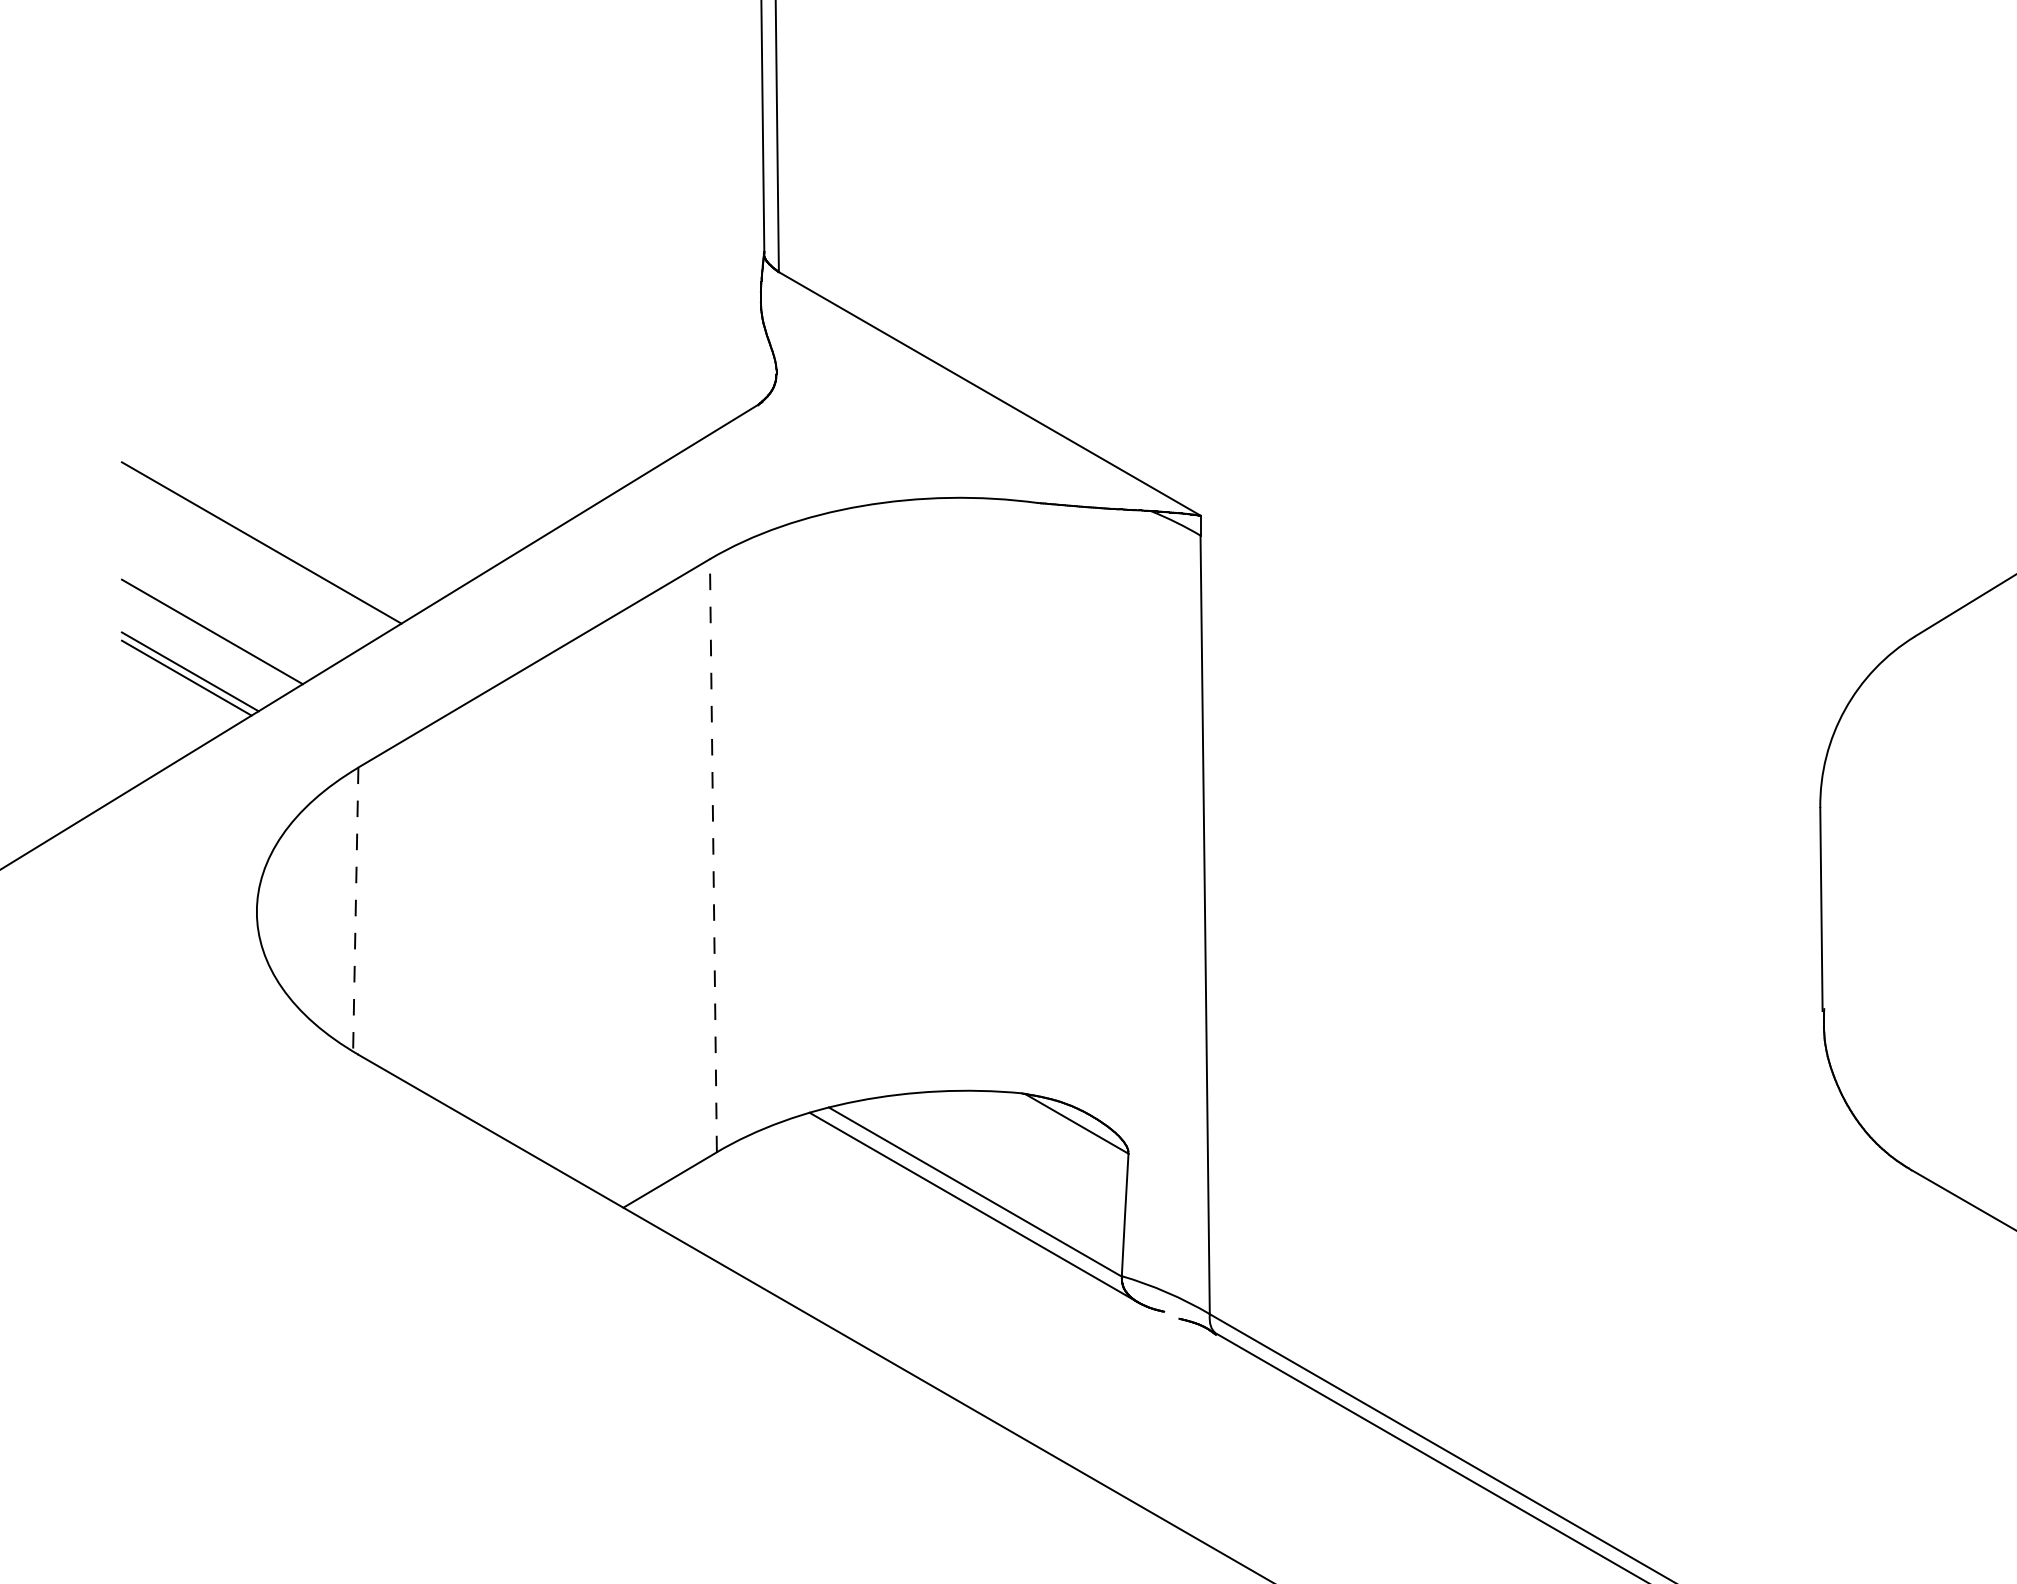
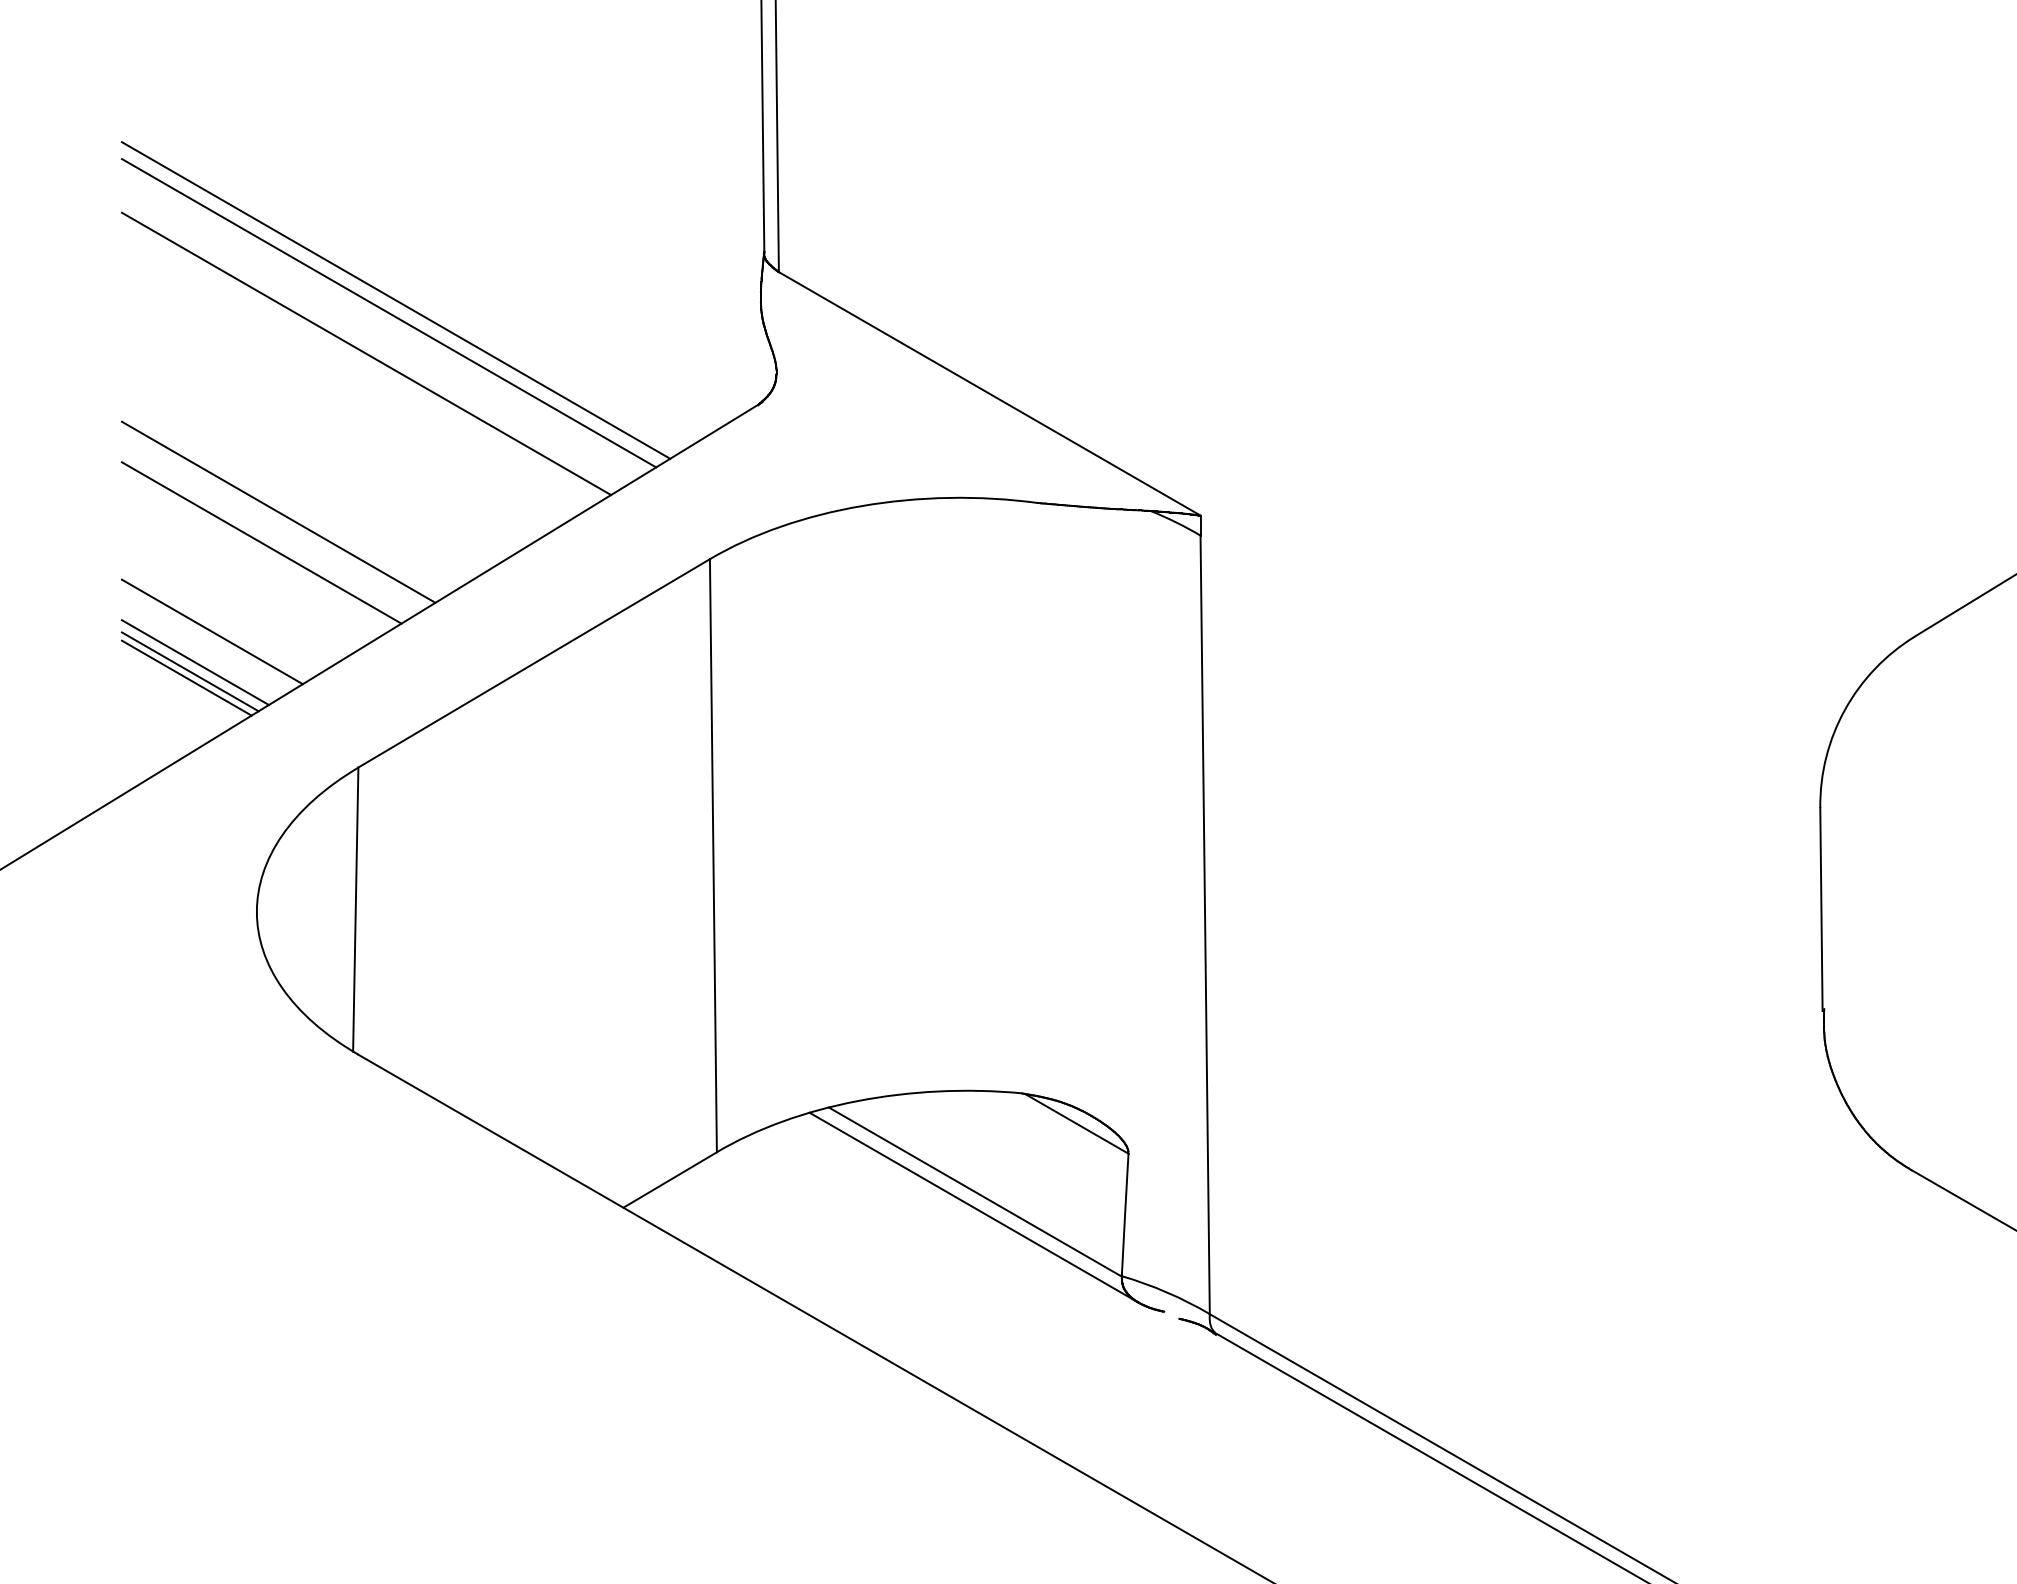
line at (395, 300): none -> present
line at (388, 313): none -> present
line at (366, 353): none -> present
line at (278, 511): none -> present
line at (194, 662): none -> present
line at (713, 855): dashed -> solid
line at (355, 910): dashed -> solid
